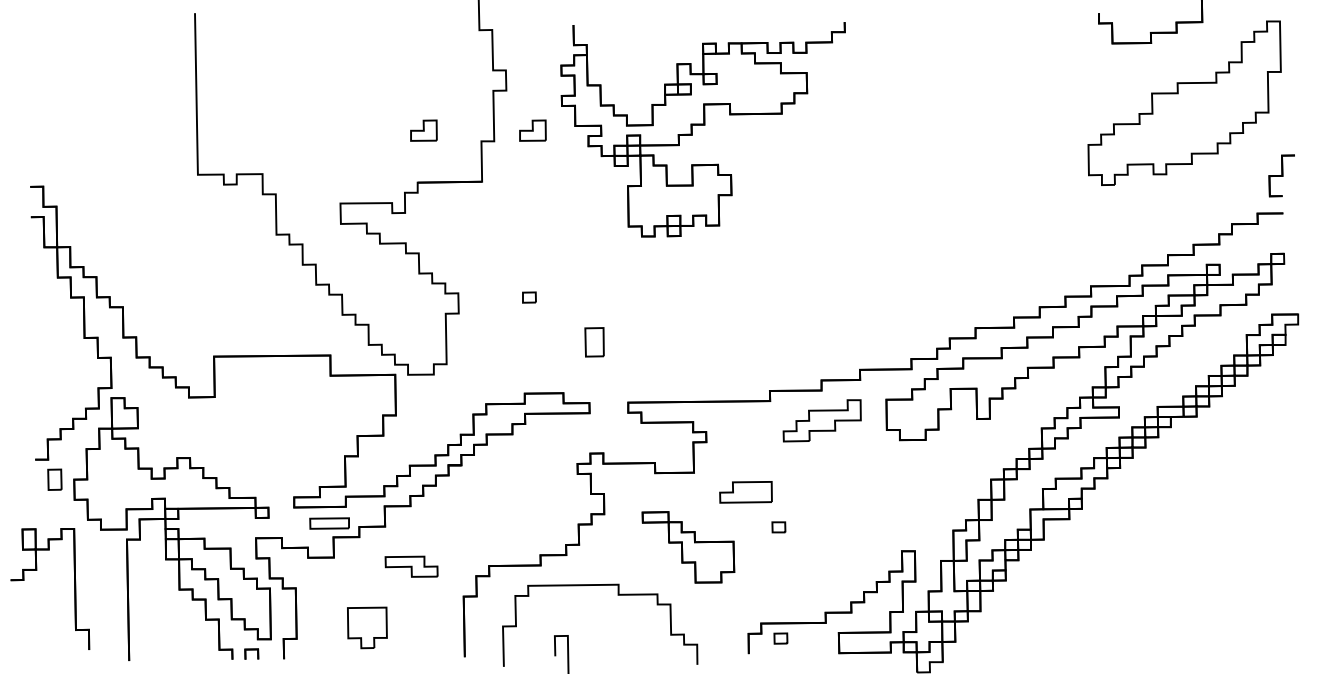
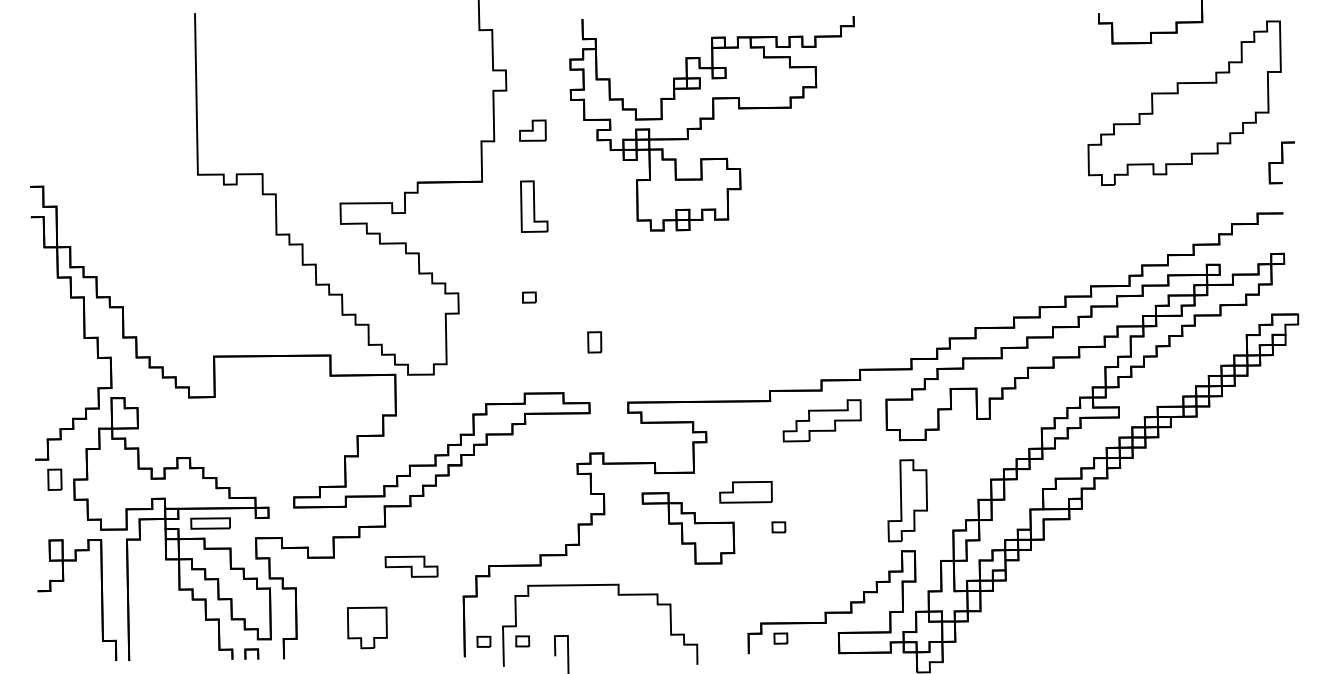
part at (702, 129) position: (702, 129) -> (711, 123)
part at (423, 130): present -> none
part at (1281, 175) position: (1281, 175) -> (1281, 162)
part at (534, 206): none -> present
part at (594, 342) size: 21x31 px -> 16x23 px
part at (907, 500): none -> present
part at (329, 523) position: (329, 523) -> (210, 523)
part at (688, 547) position: (688, 547) -> (688, 528)
part at (37, 570) position: (37, 570) -> (64, 581)
part at (483, 641): none -> present
part at (522, 641): none -> present
